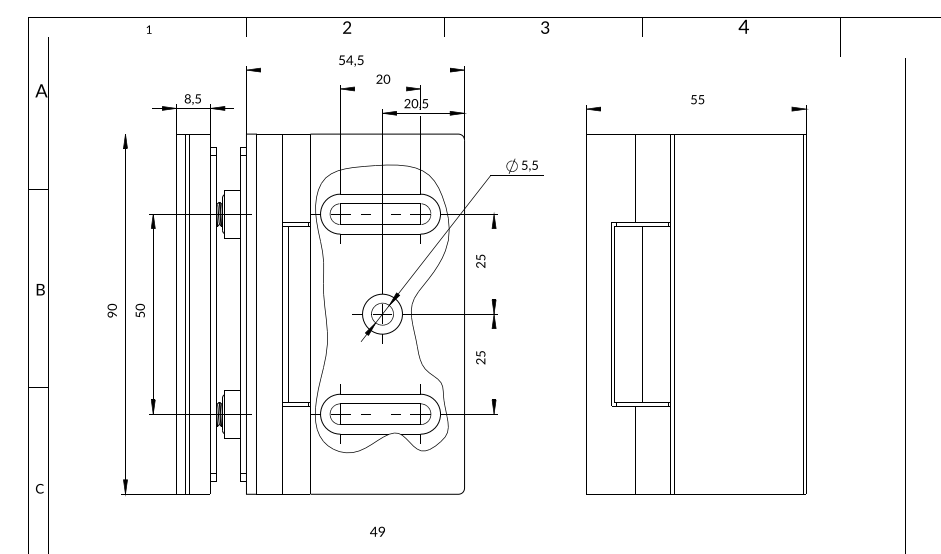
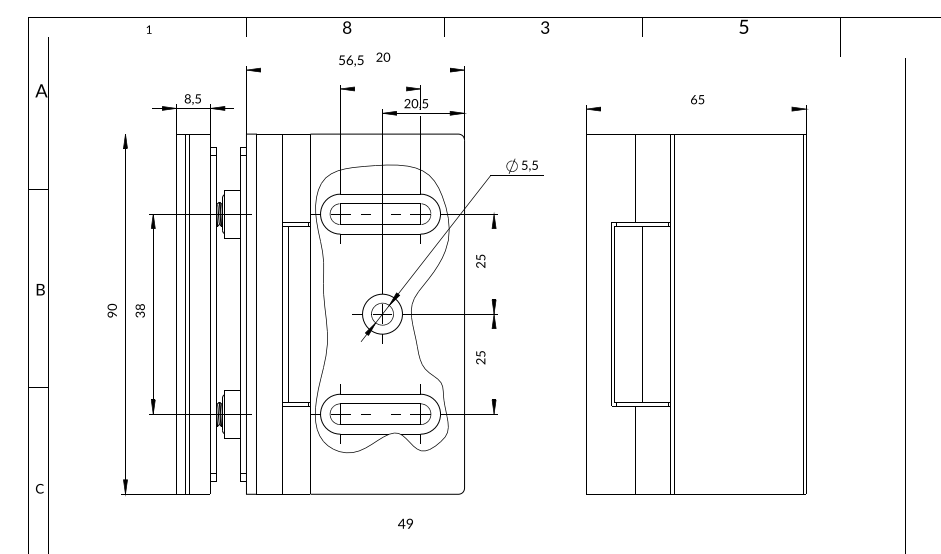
text at (743, 26): 4 -> 5
text at (347, 27): 2 -> 8
text at (349, 60): 54,5 -> 56,5
text at (383, 78) position: (383, 78) -> (383, 56)
text at (694, 99): 55 -> 65
text at (139, 310): 50 -> 38
text at (377, 531) position: (377, 531) -> (405, 523)
